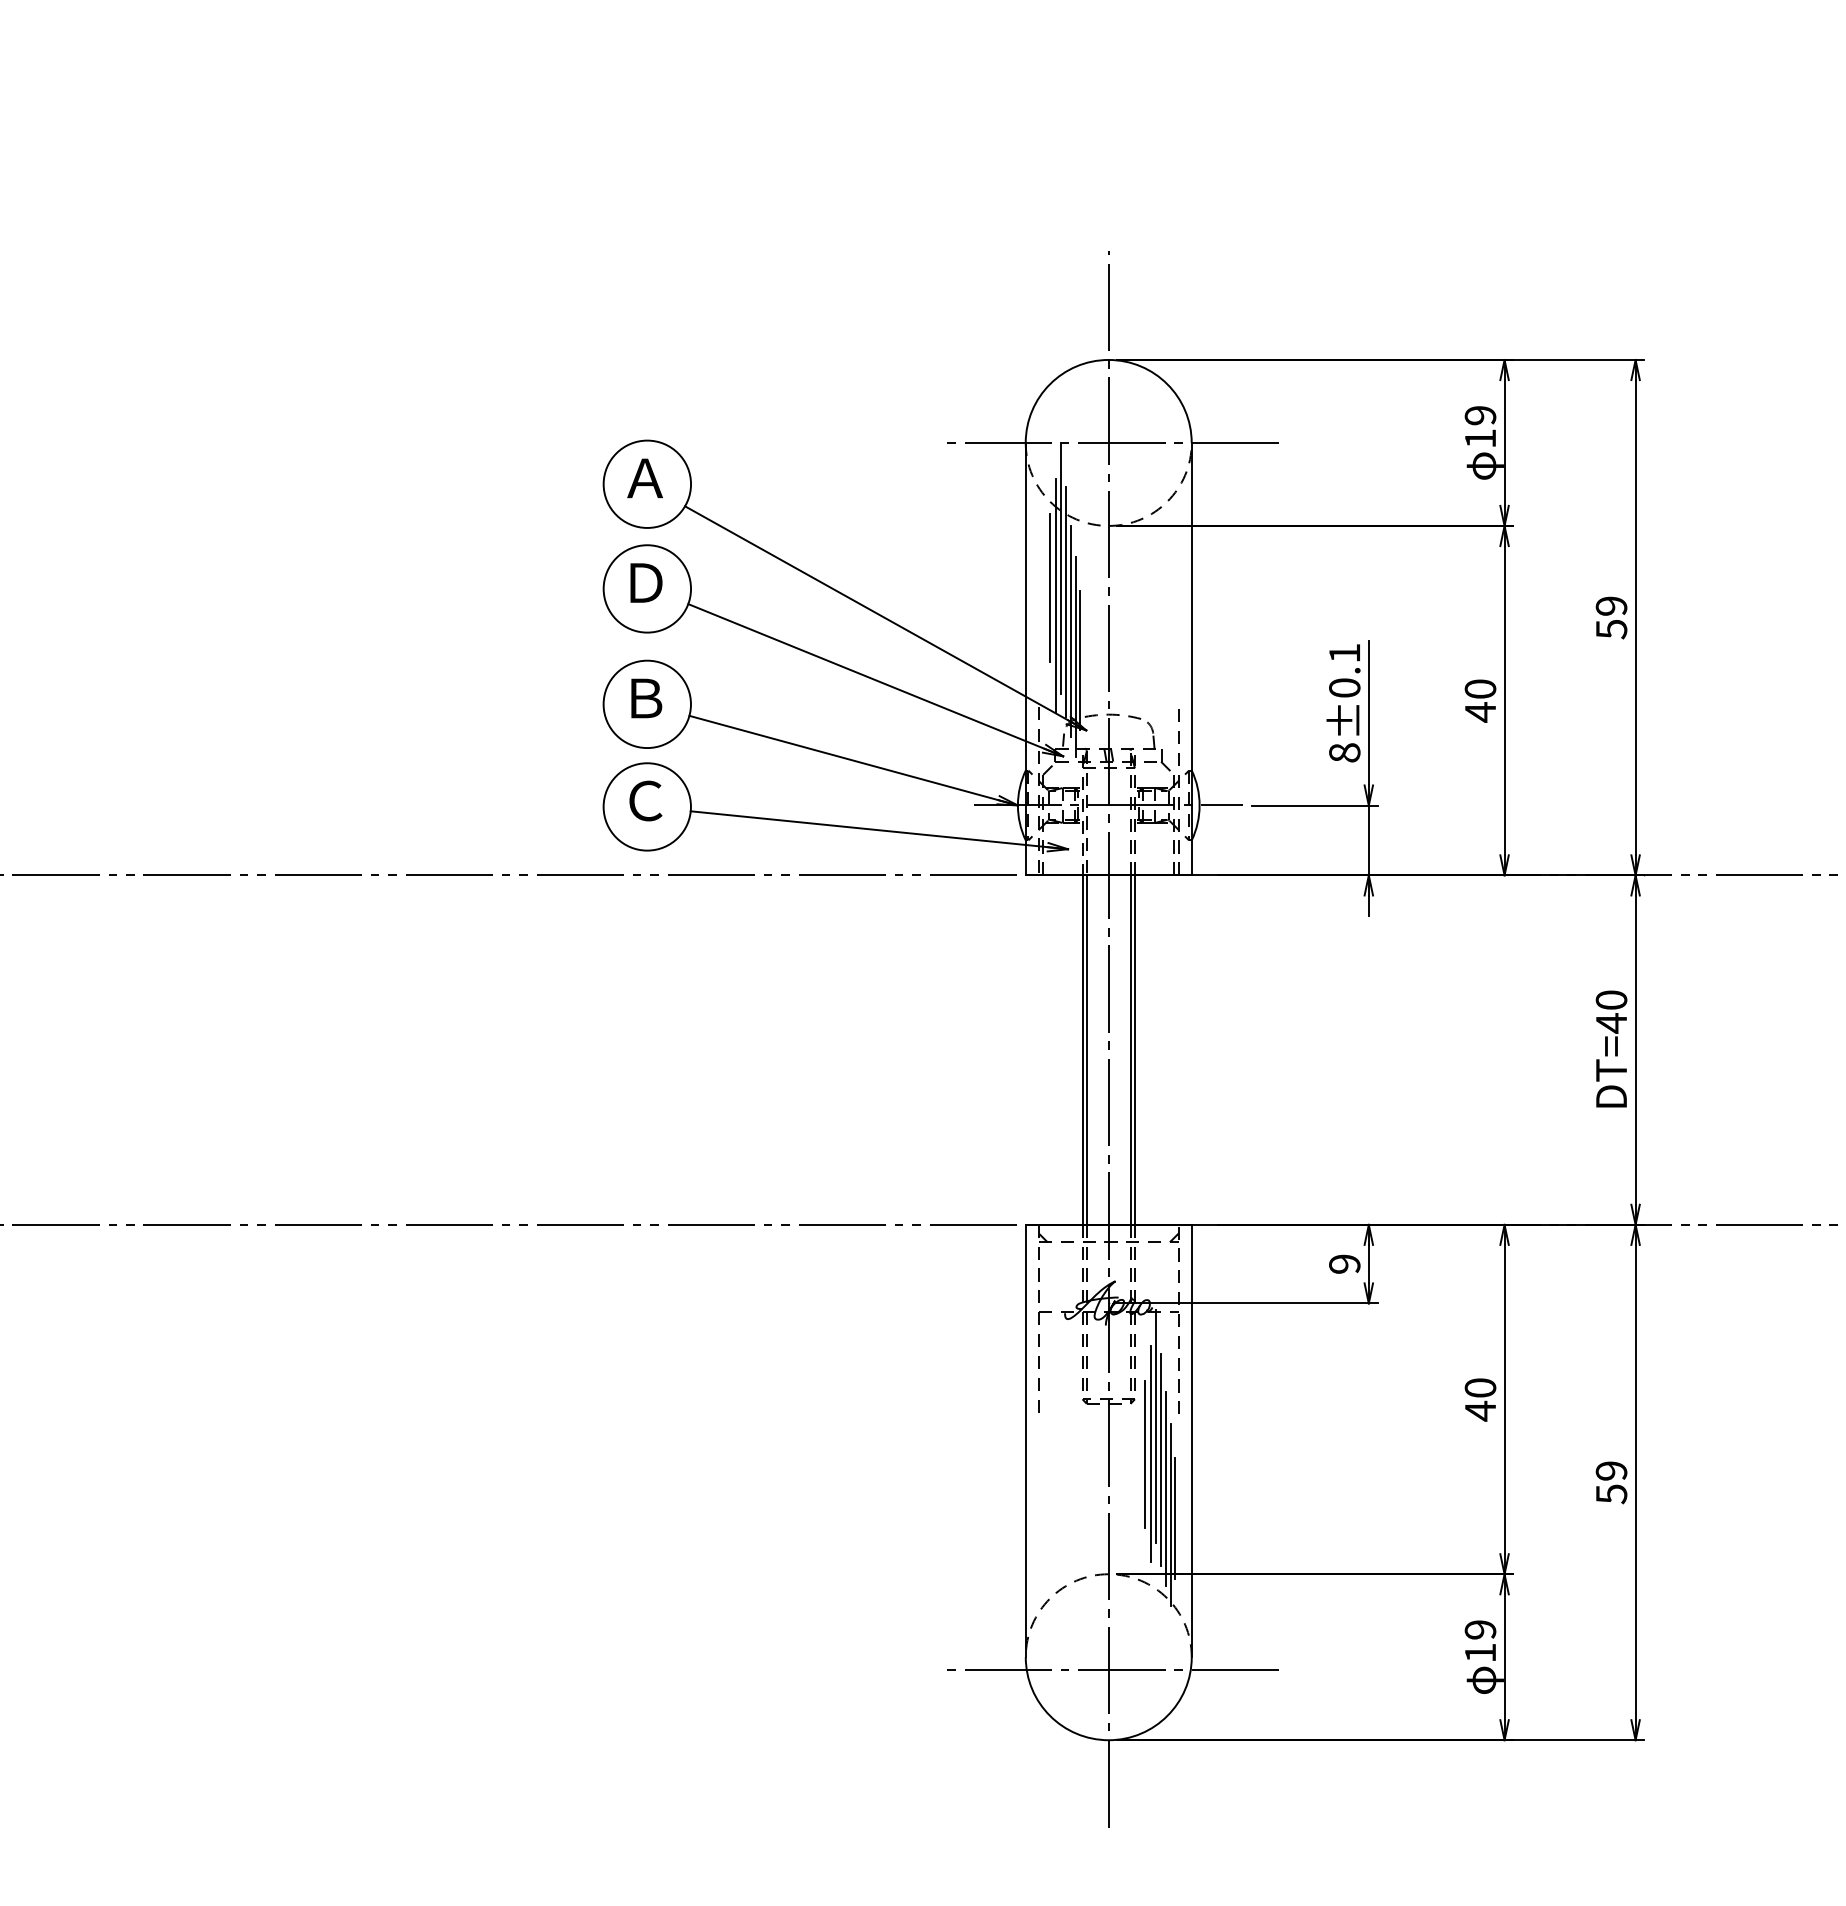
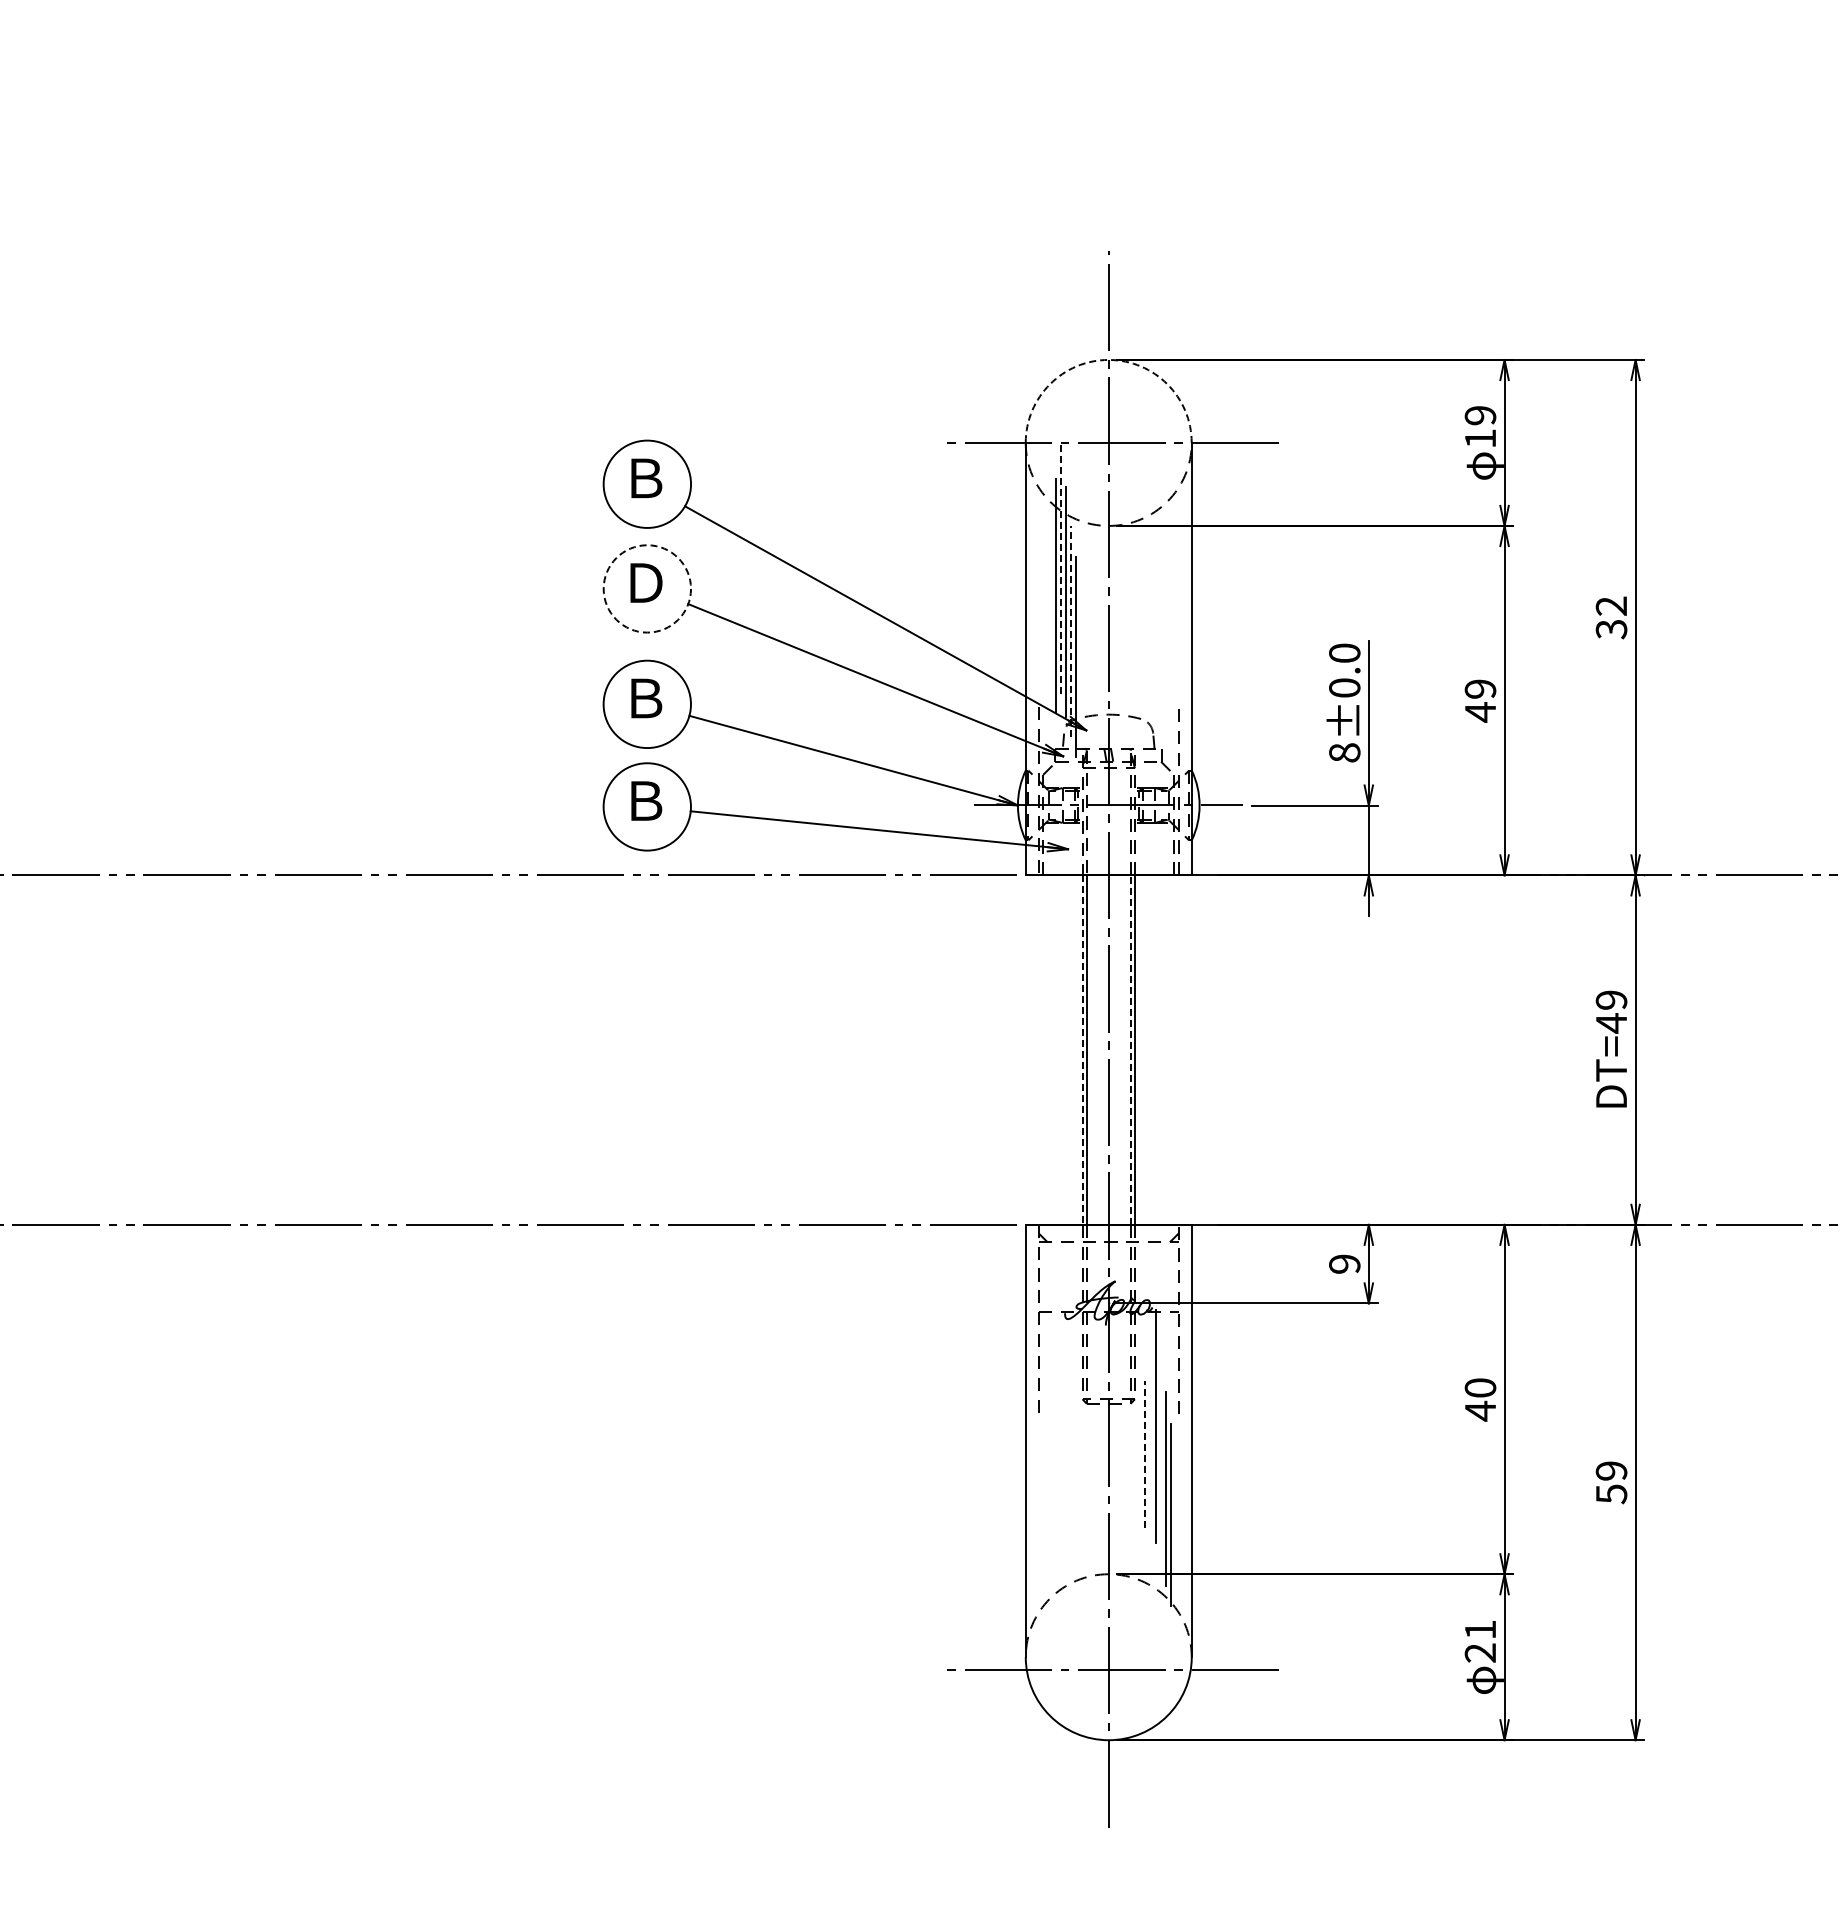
arc at (1108, 359): solid -> dashed
text at (644, 478): Ａ -> Ｂ
line at (1061, 568): solid -> dashed
line at (1050, 587): present -> none
circle at (647, 588): solid -> dashed
text at (1611, 617): 59 -> 32
line at (1071, 631): solid -> dashed
text at (1344, 652): 8±0.1 -> 8±0.0
line at (1079, 660): present -> none
text at (1480, 688): 40 -> 49
text at (645, 800): Ｃ -> Ｂ
text at (1611, 999): DT=40 -> DT=49
line at (1082, 1050): solid -> dashed
line at (1130, 1050): solid -> dashed
line at (1151, 1453): present -> none
line at (1145, 1454): solid -> dashed
line at (1160, 1459): present -> none
line at (1174, 1518): present -> none
text at (1480, 1641): 19 -> 21
